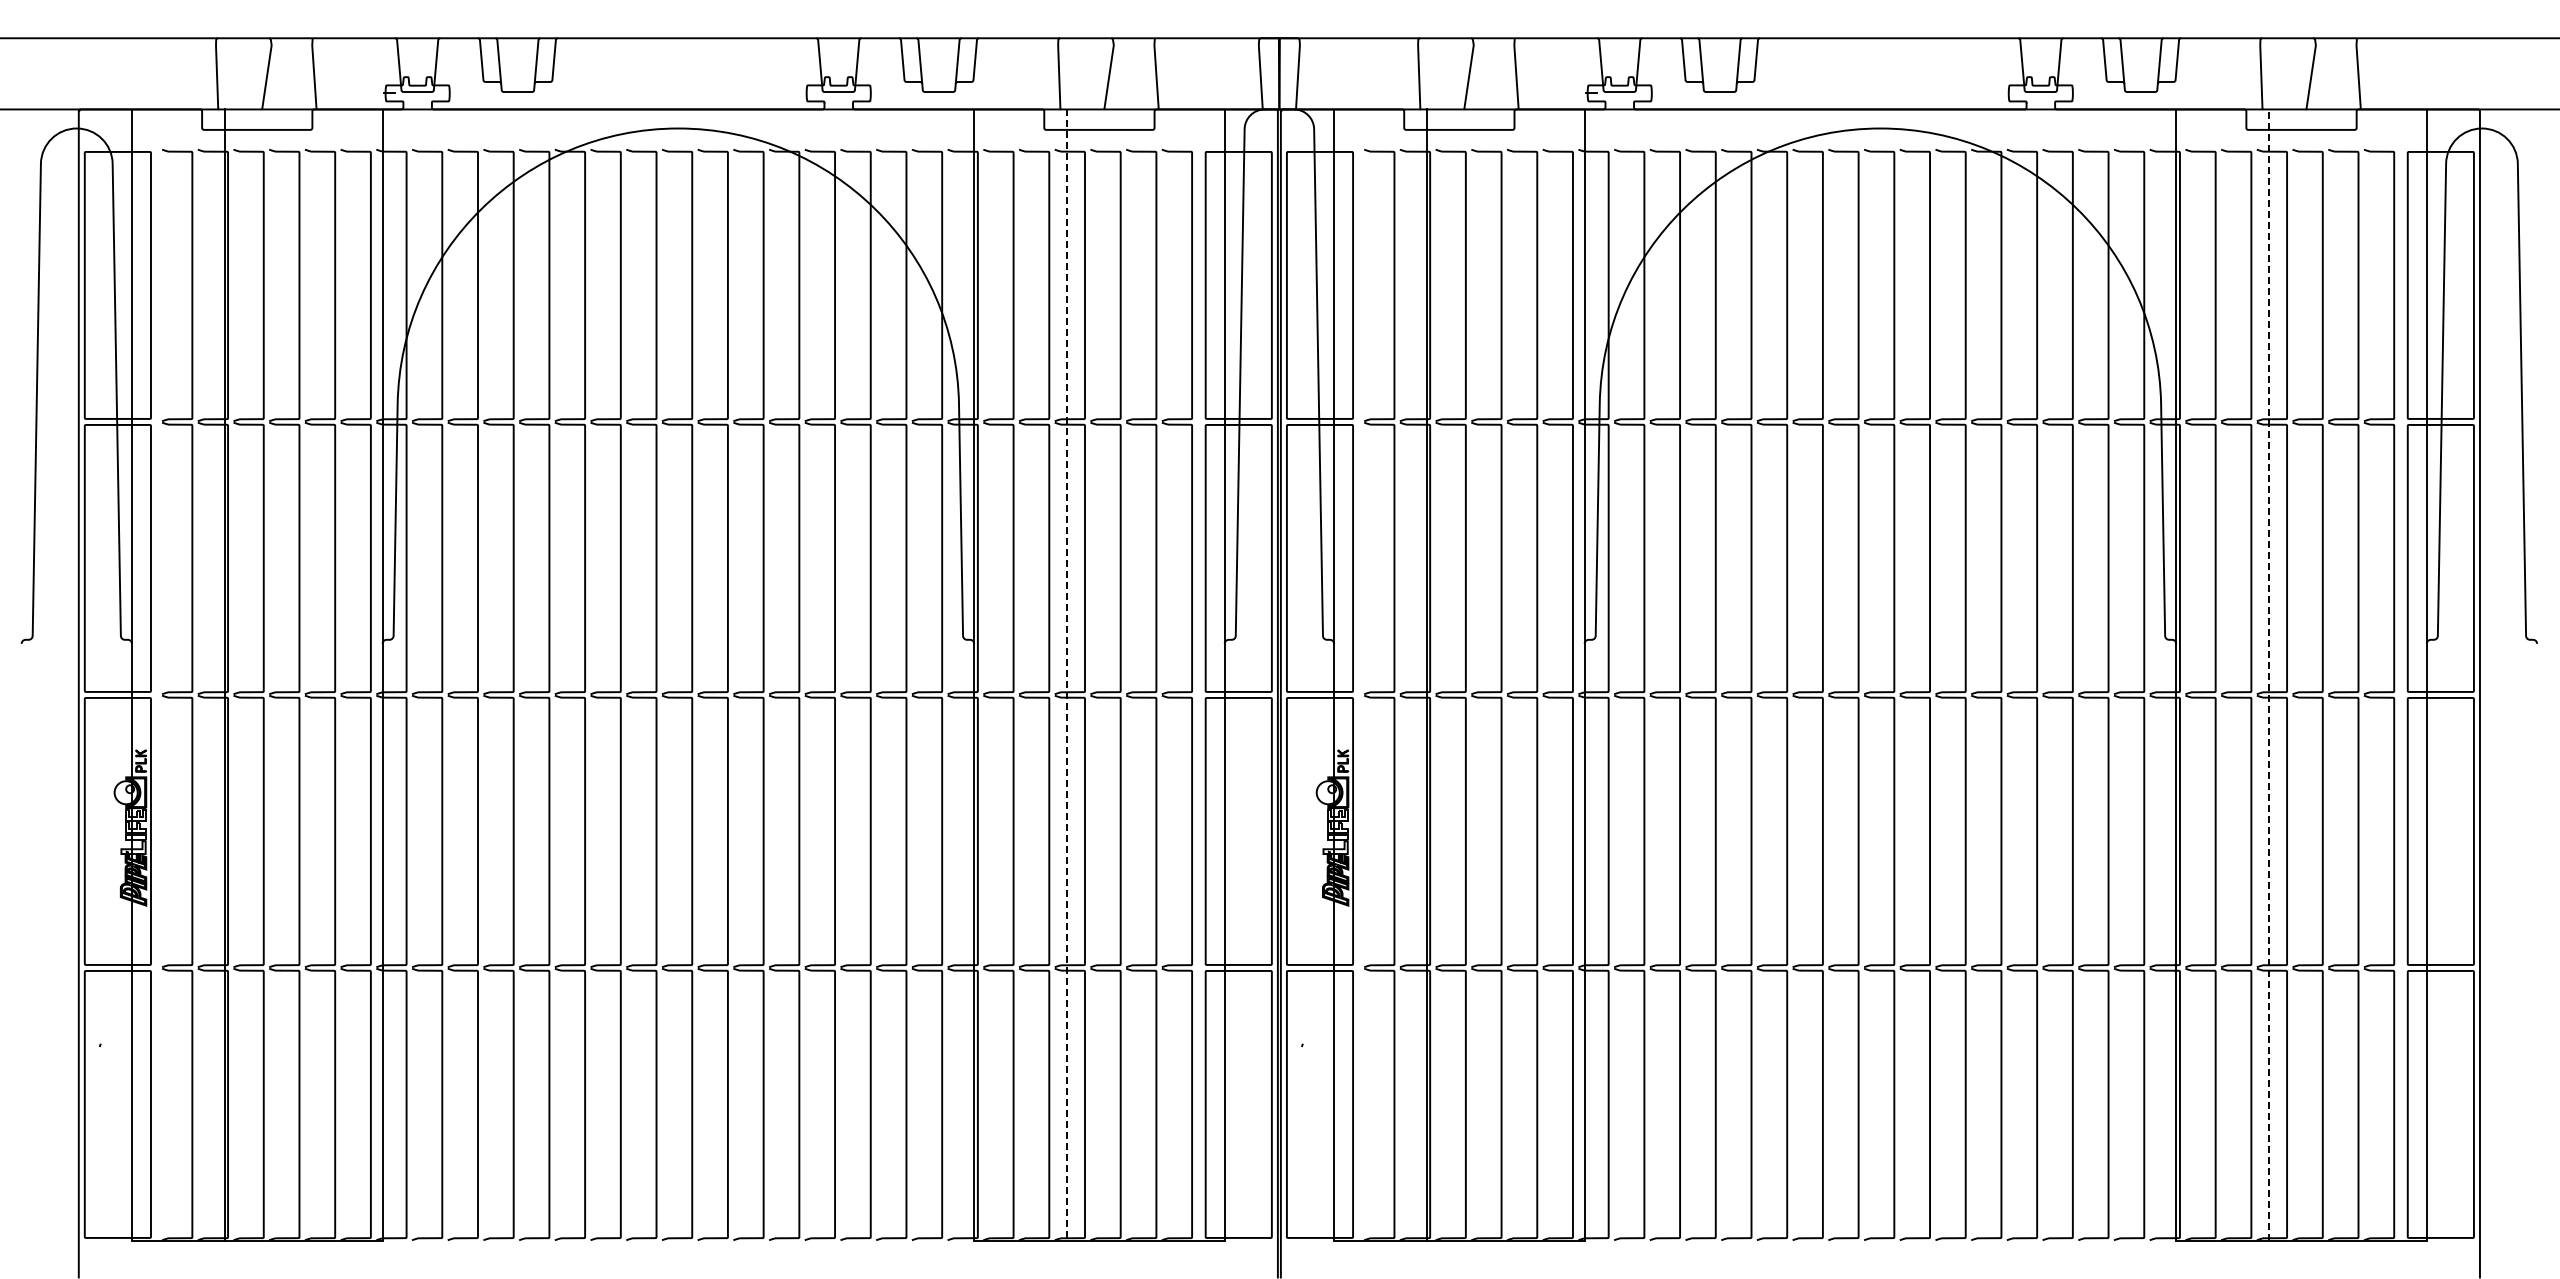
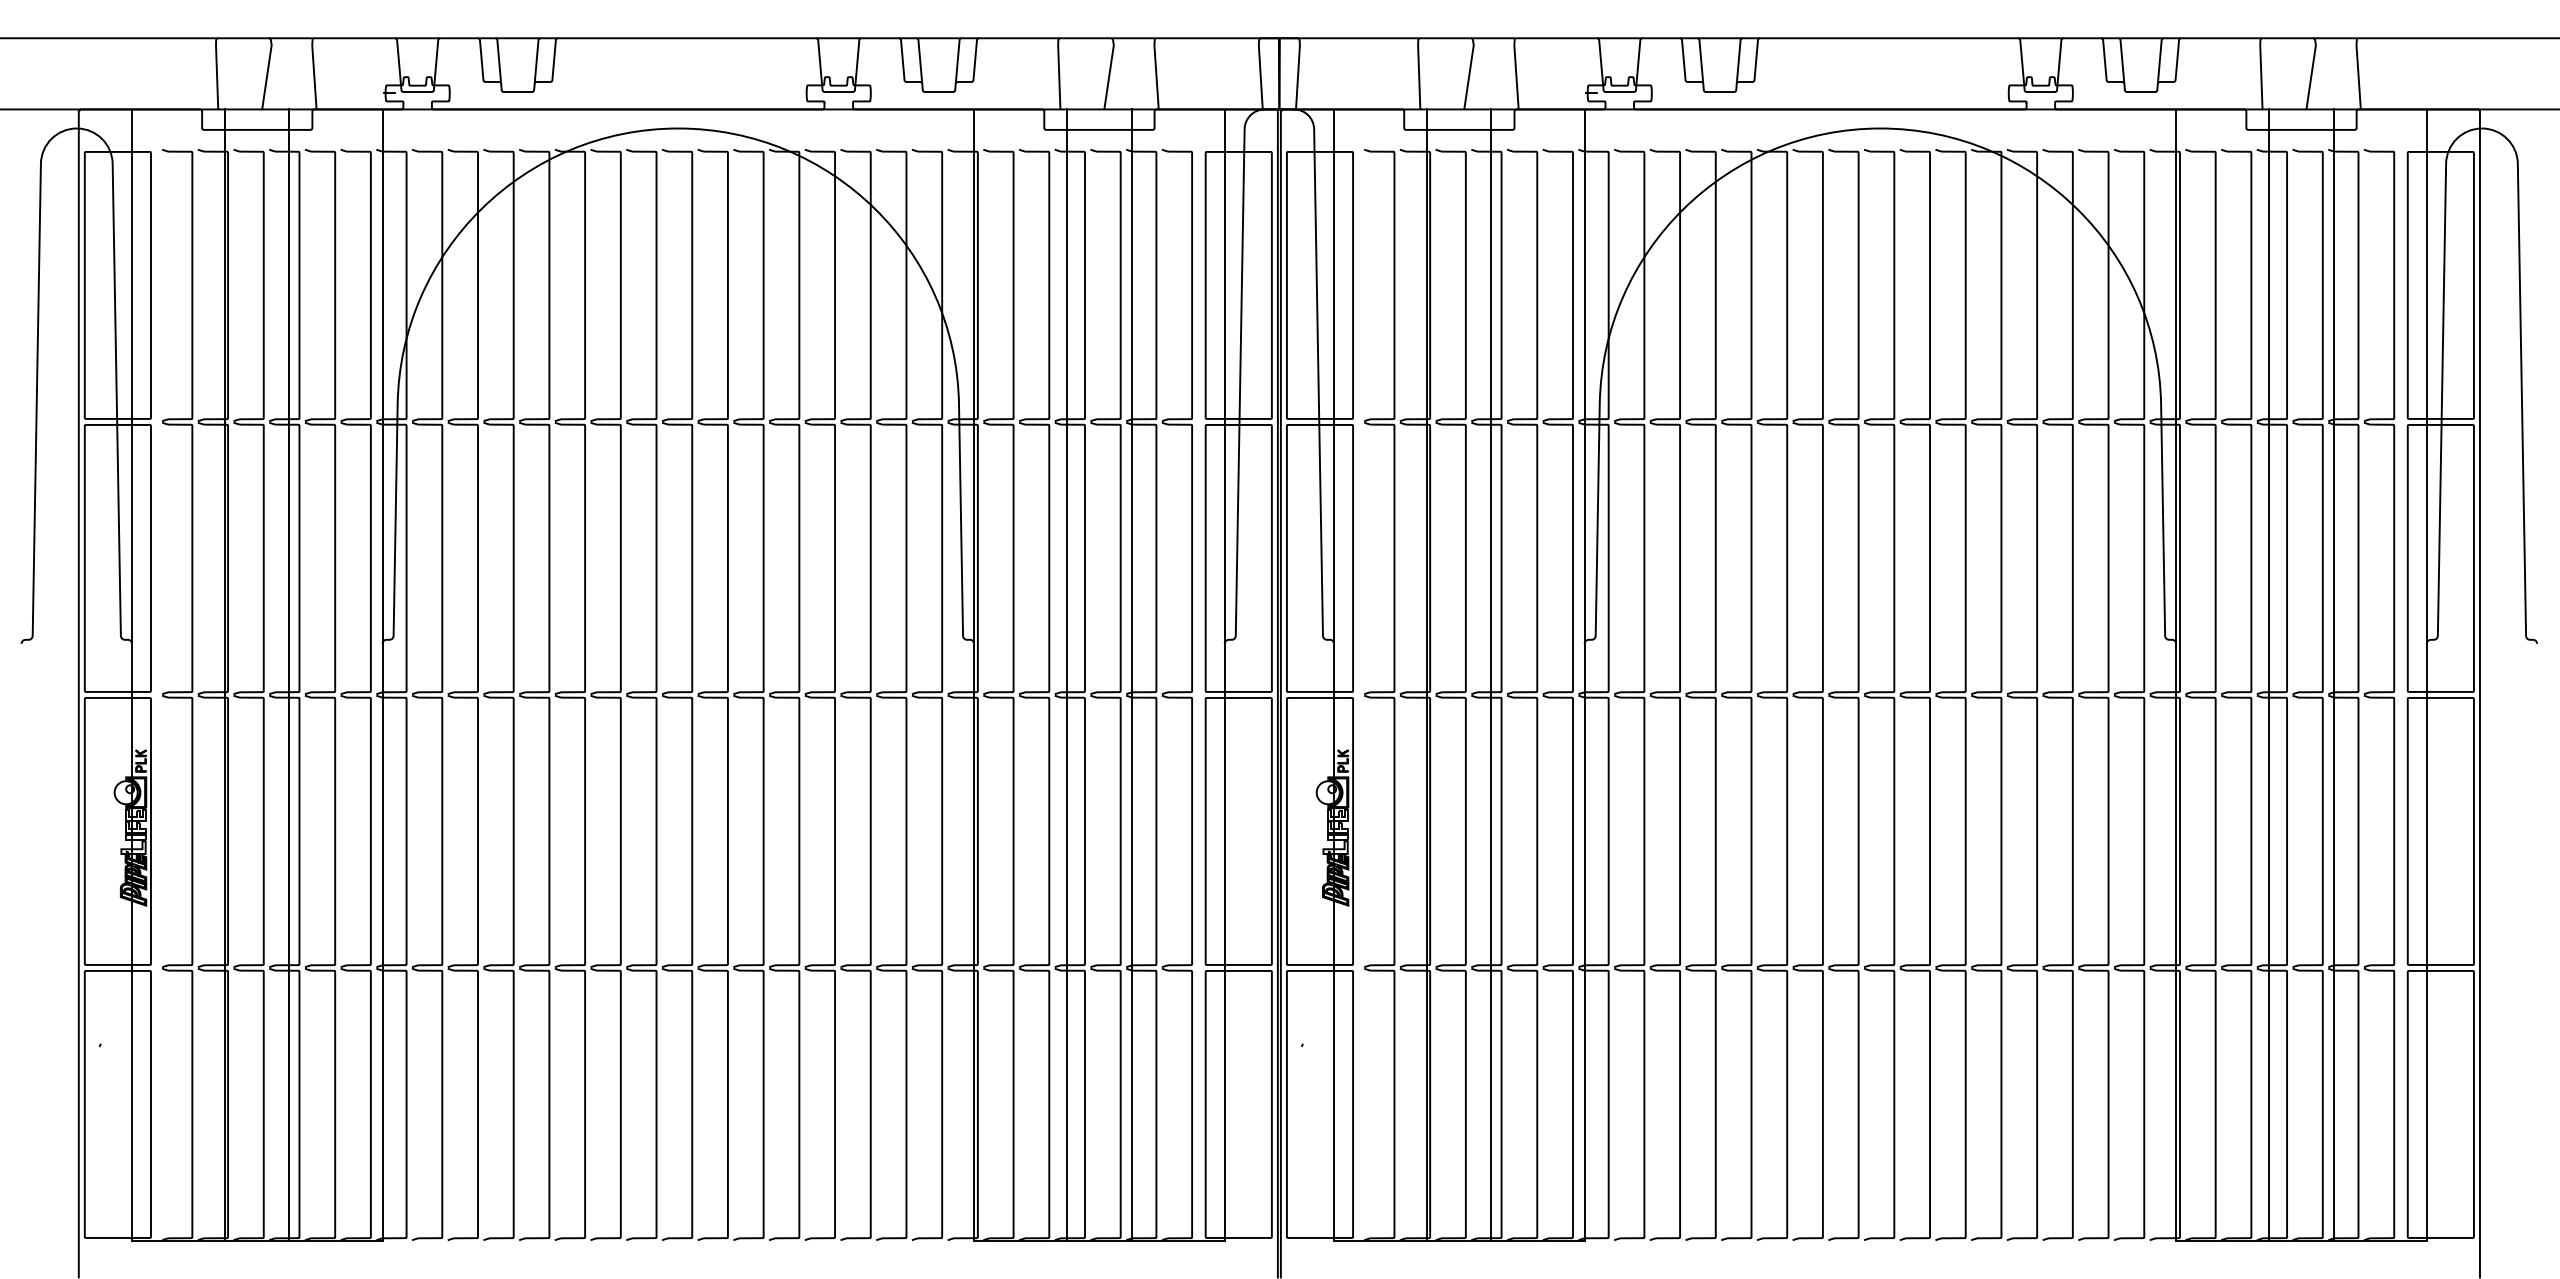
line at (289, 675): none -> present
line at (1067, 675): dashed -> solid
line at (1131, 675): none -> present
line at (1491, 675): none -> present
line at (2269, 675): dashed -> solid
line at (2333, 675): none -> present
